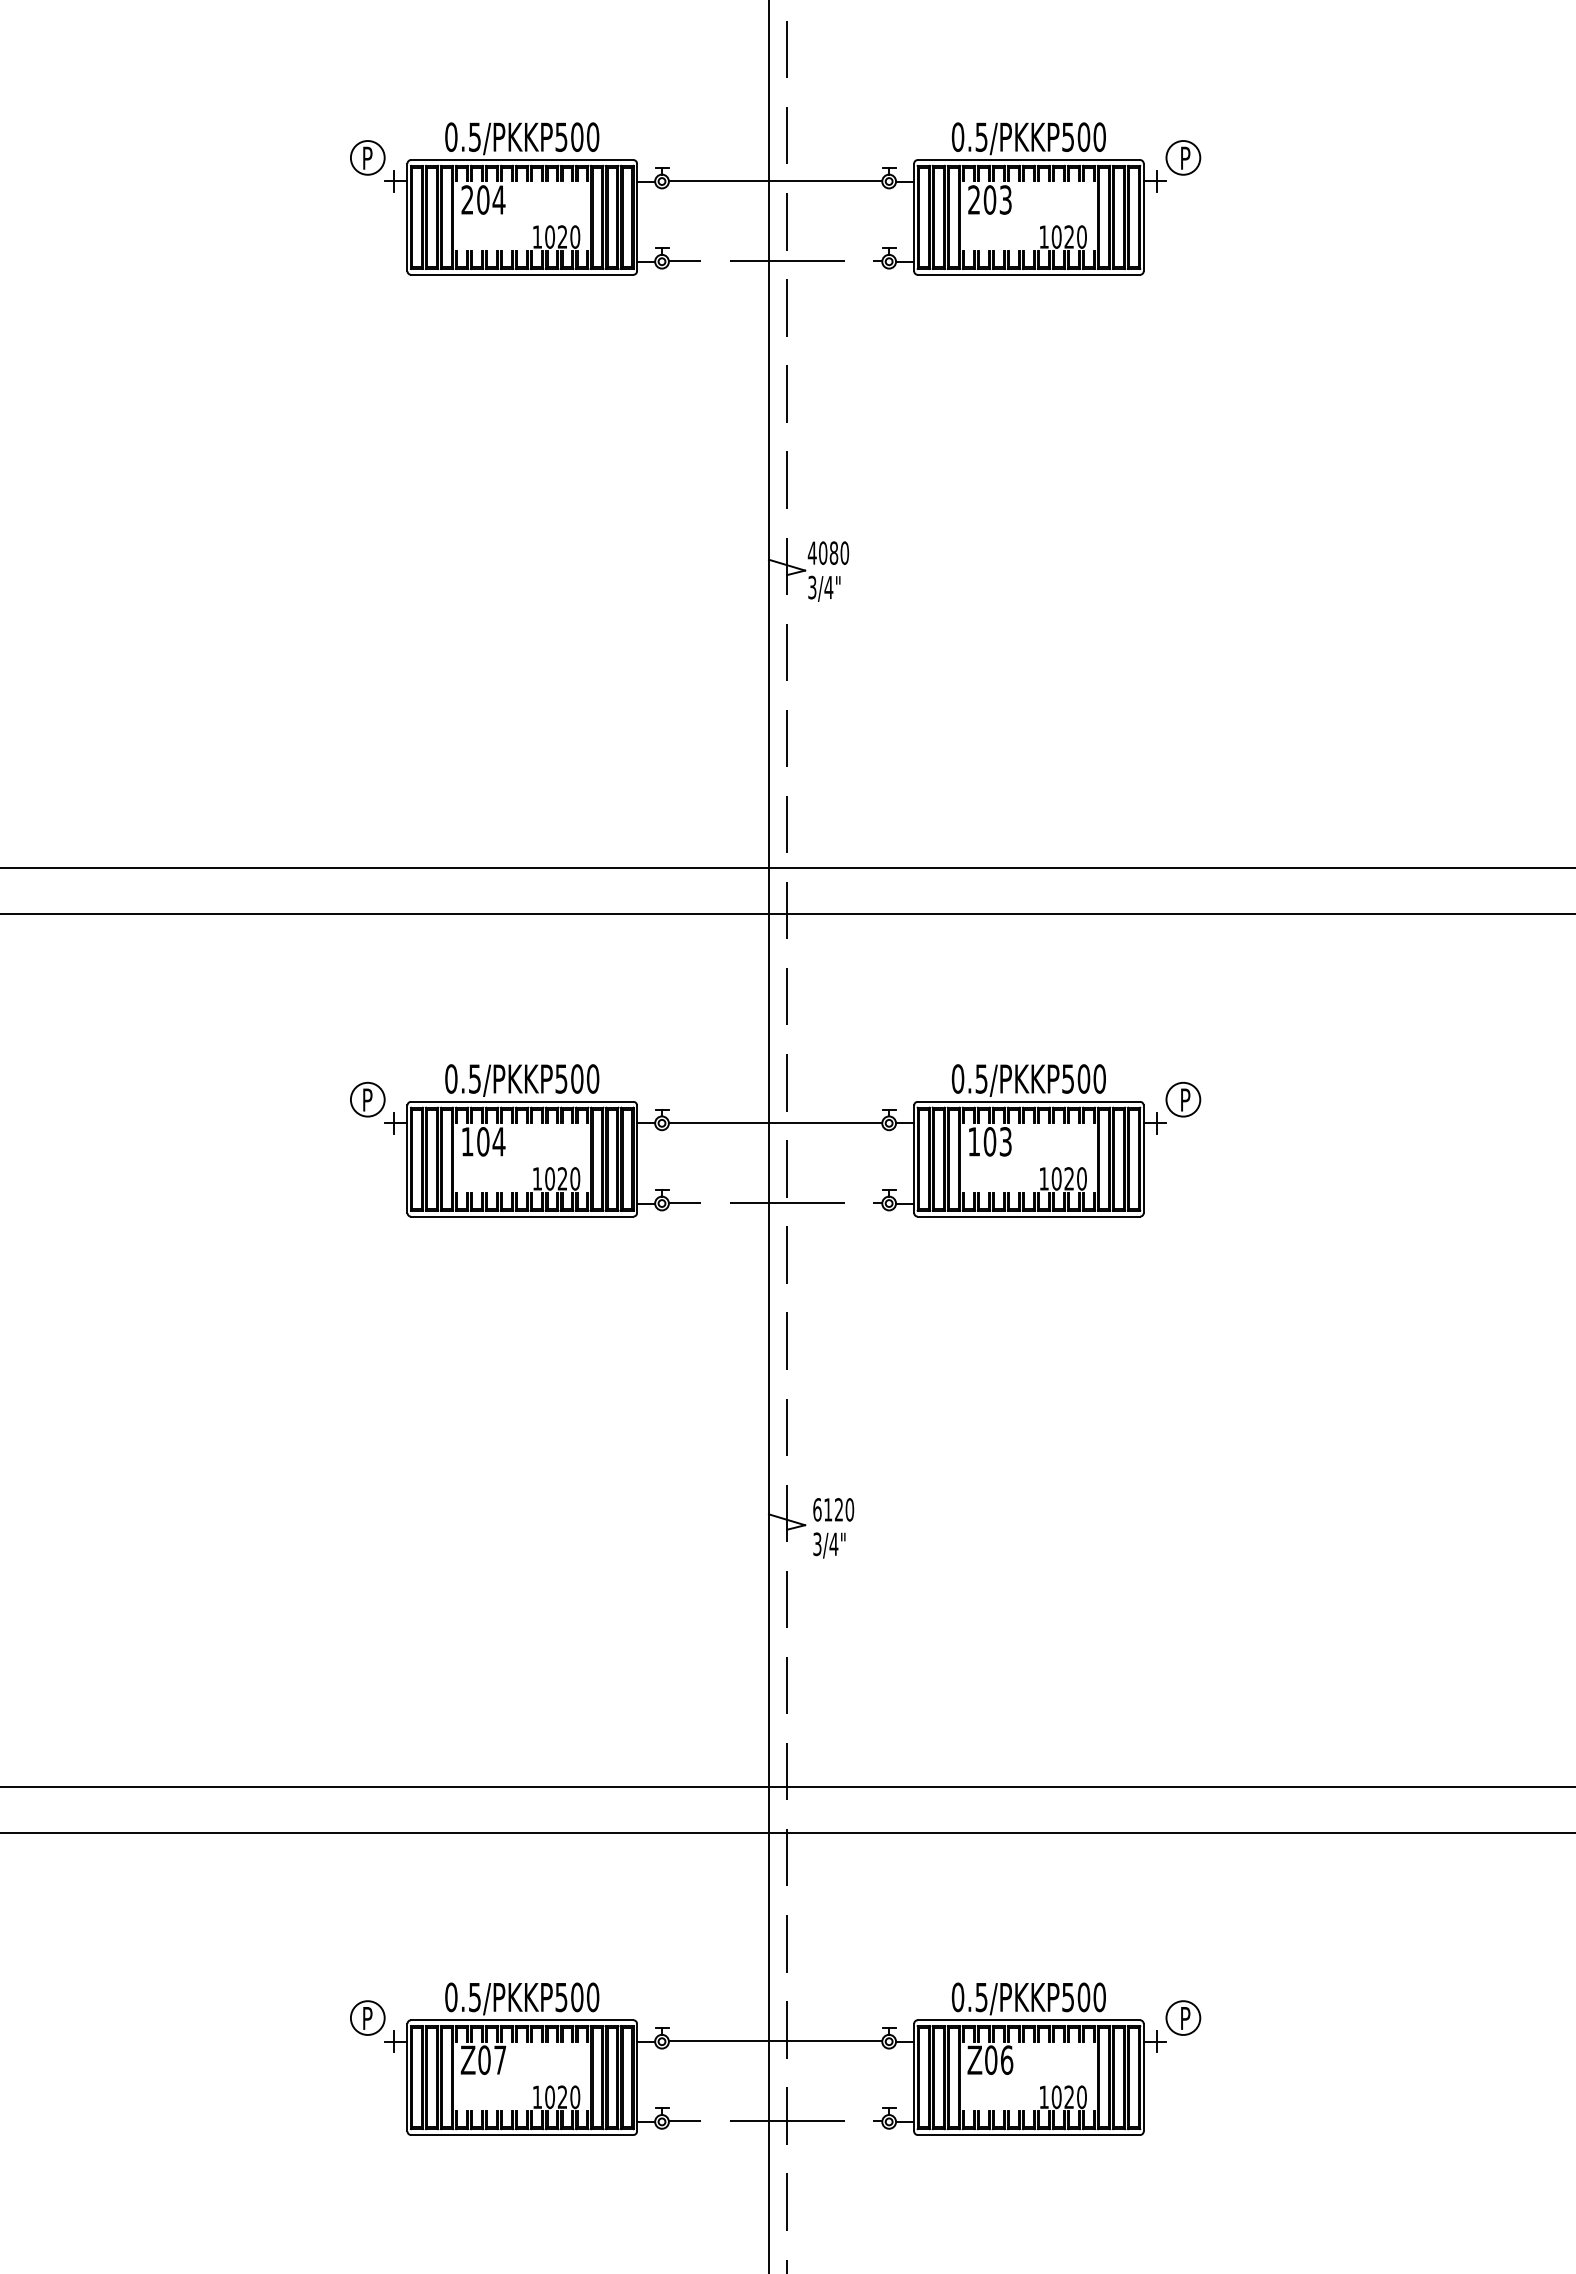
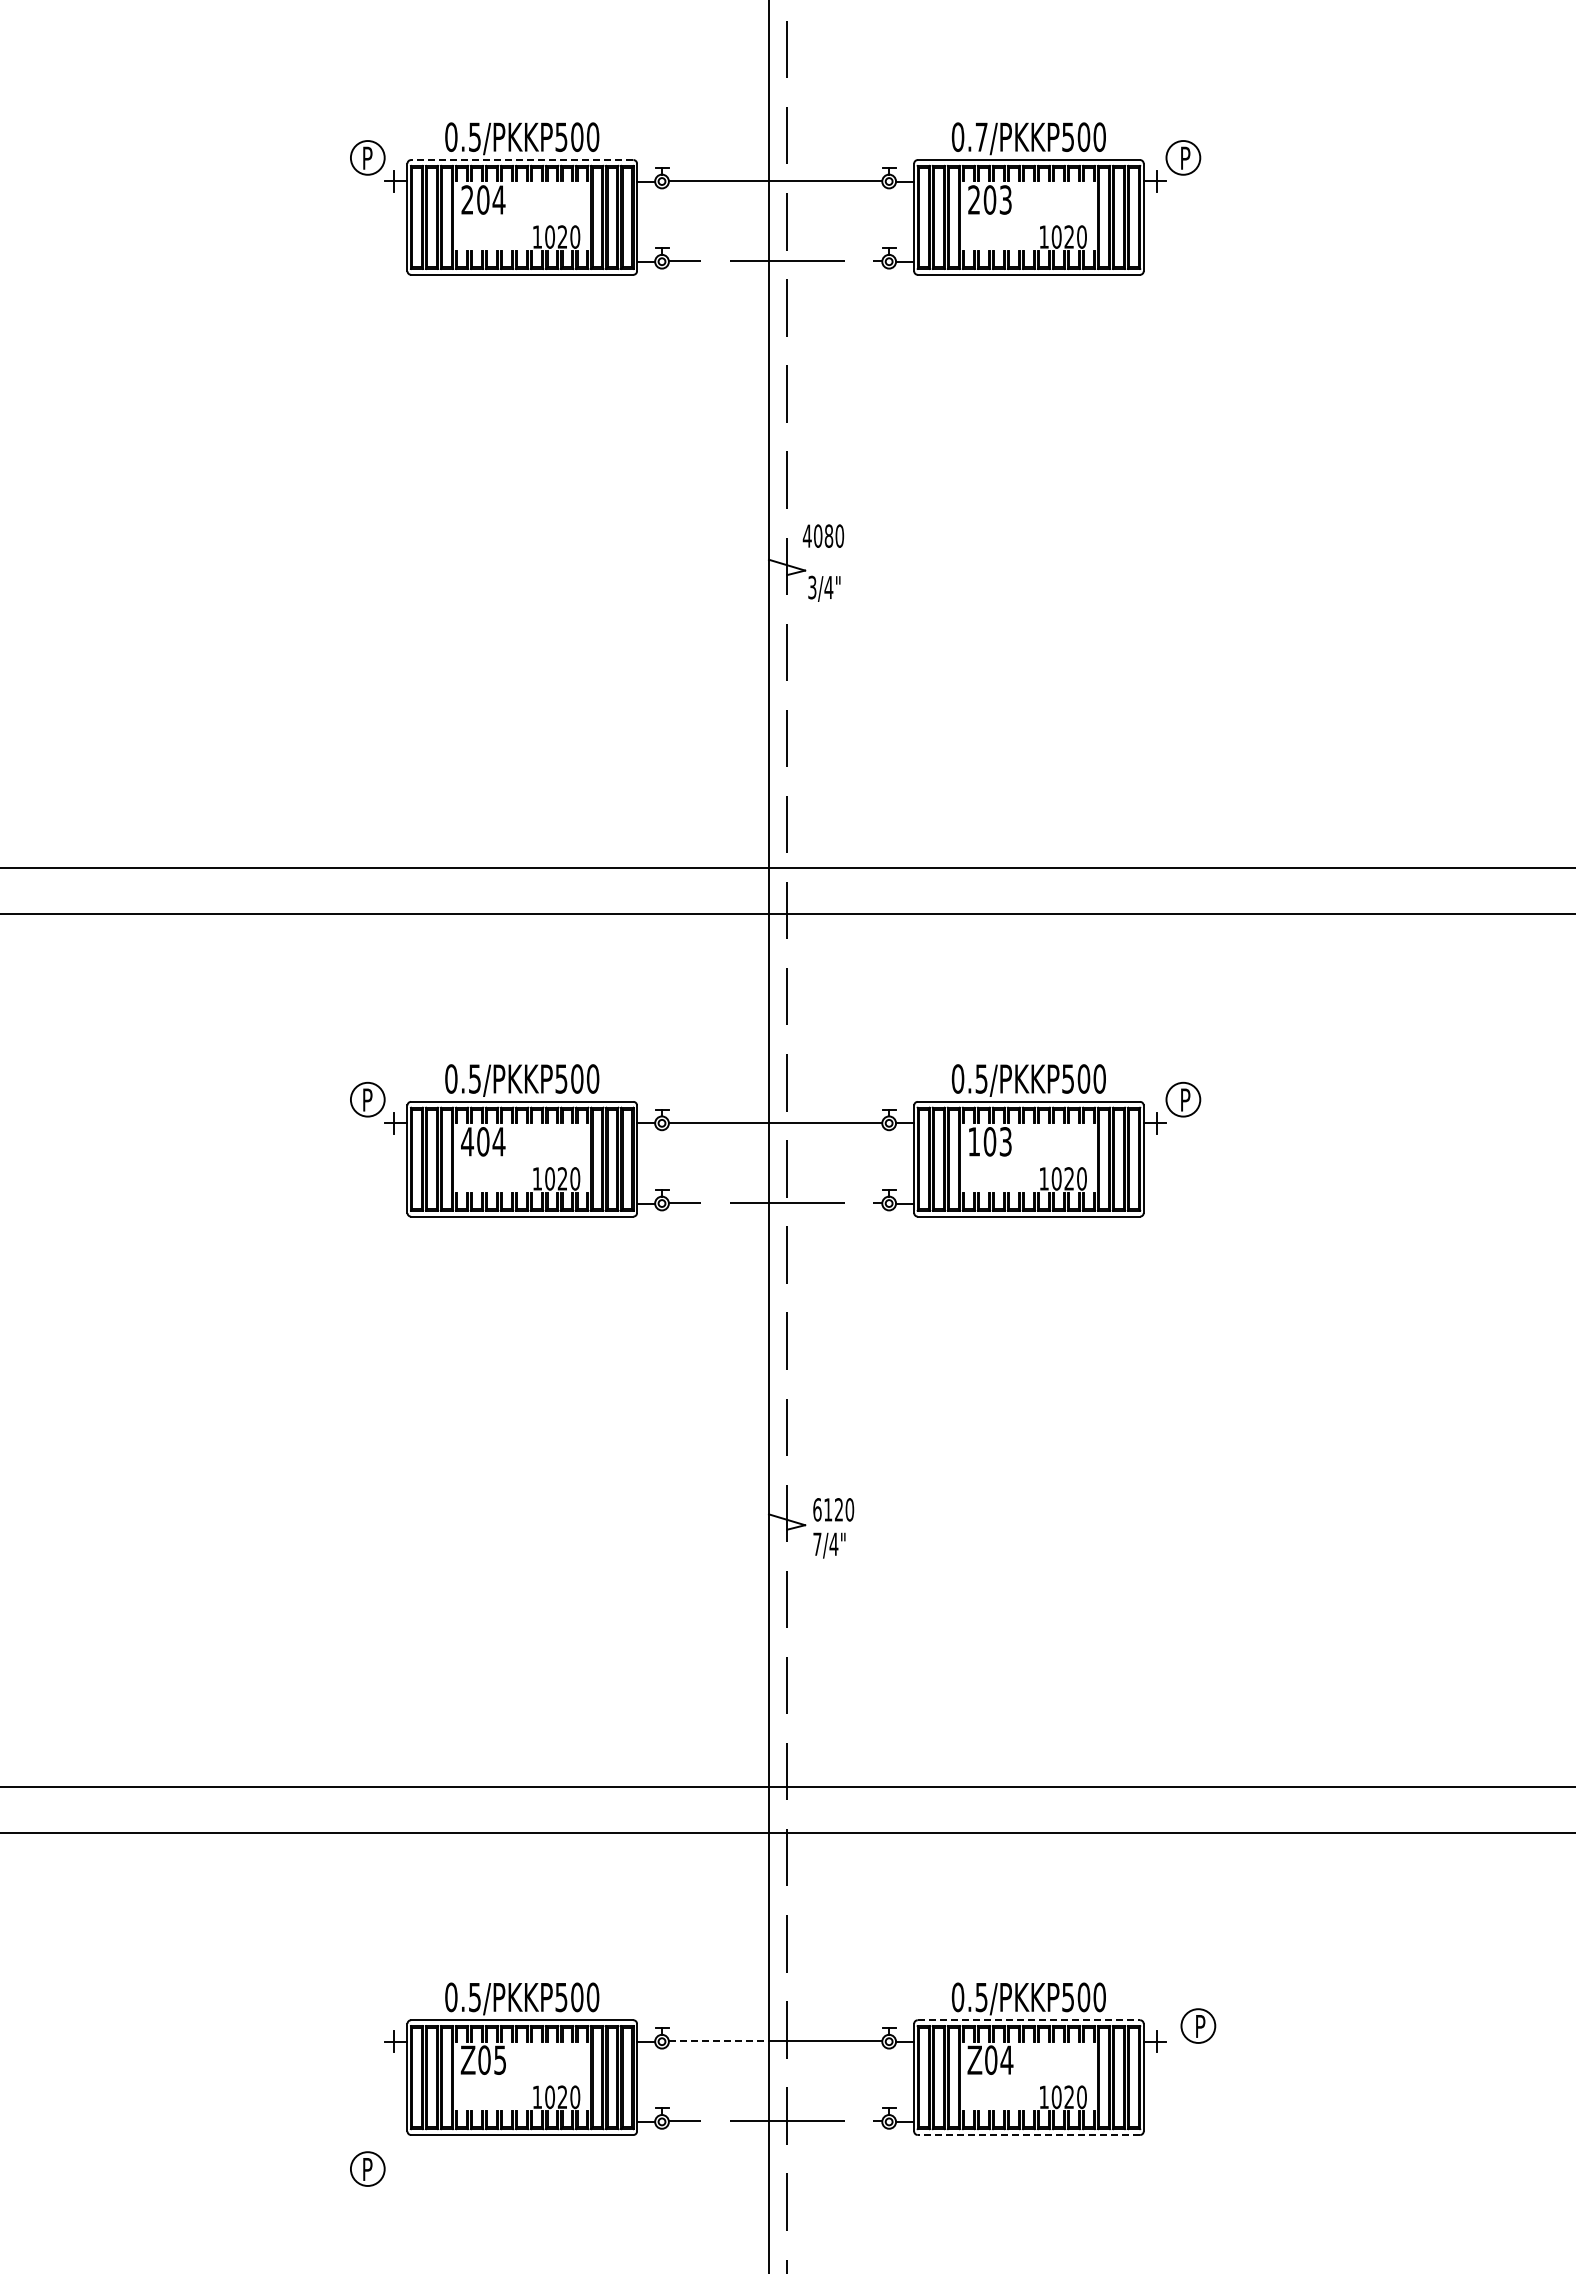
text at (981, 137): 0.5/PKKP500 -> 0.7/PKKP500
line at (521, 160): solid -> dashed
text at (828, 552) position: (828, 552) -> (823, 535)
text at (467, 1141): 104 -> 404
text at (817, 1544): 3/4" -> 7/4"
part at (367, 2017) position: (367, 2017) -> (367, 2168)
part at (1183, 2017) position: (1183, 2017) -> (1198, 2025)
line at (1029, 2020): solid -> dashed
line at (719, 2041): solid -> dashed
text at (500, 2059): Z07 -> Z05
text at (1006, 2059): Z06 -> Z04
line at (1028, 2135): solid -> dashed
